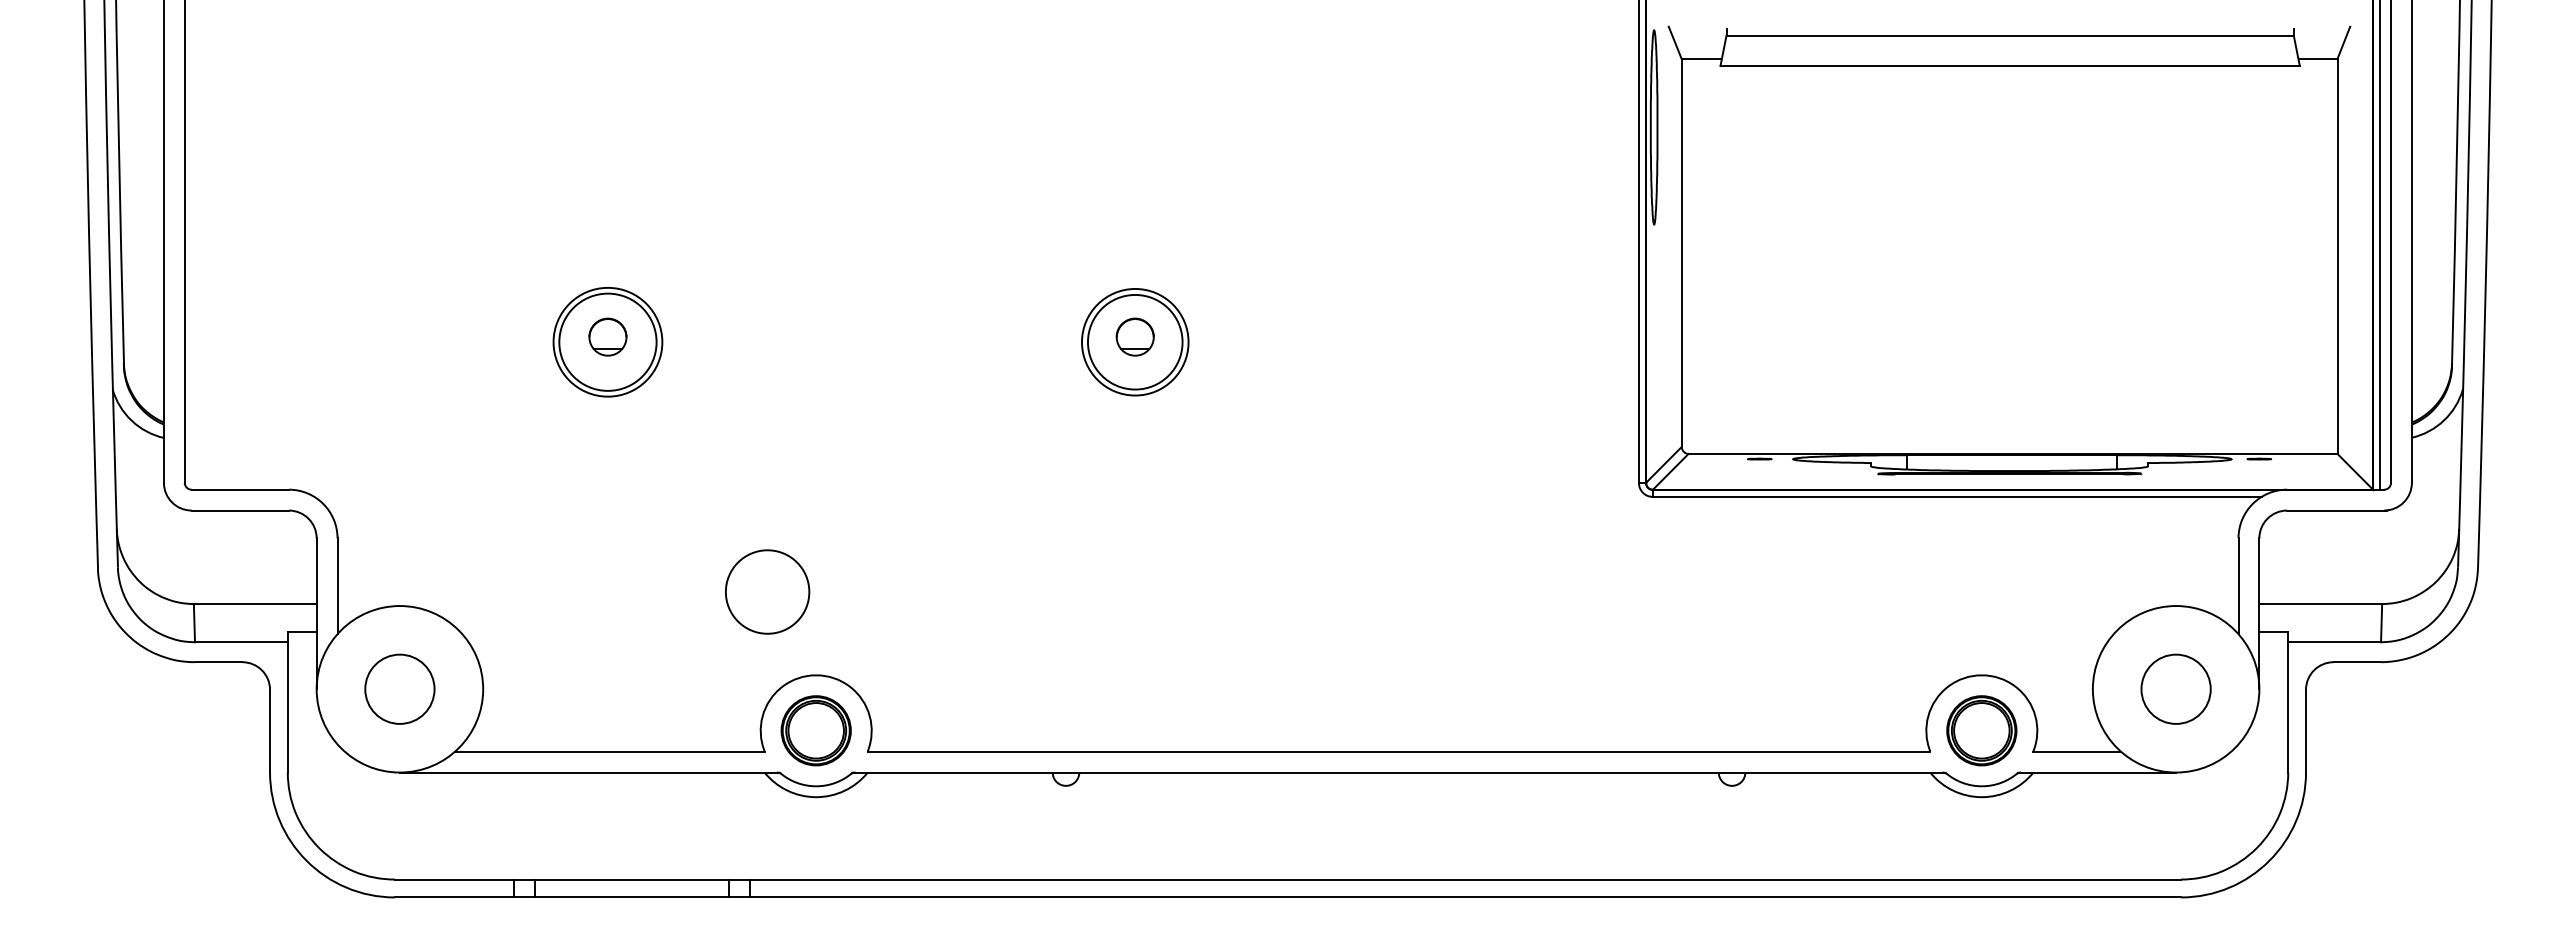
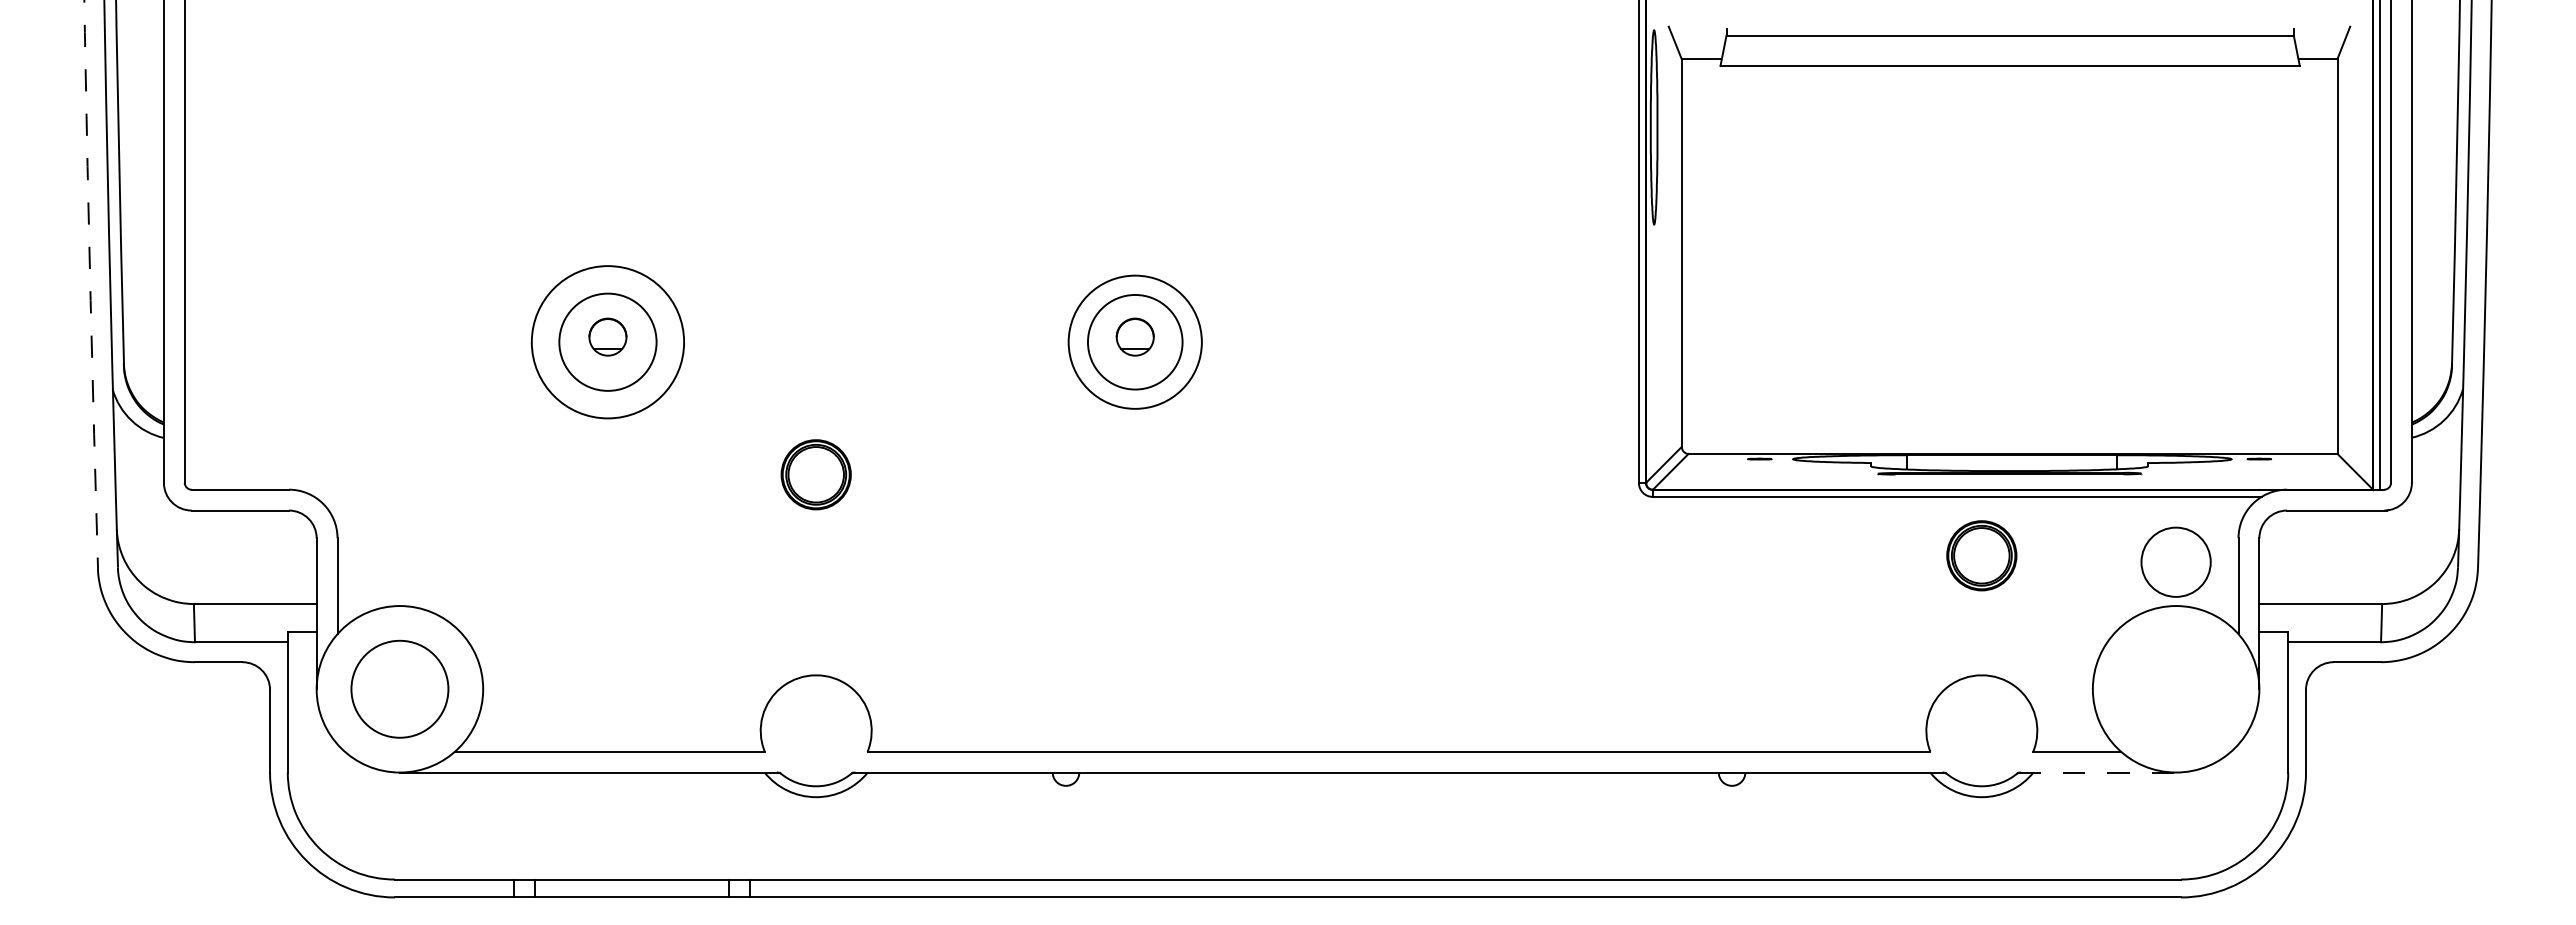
arc at (90, 284): solid -> dashed
circle at (607, 341) diameter: 109 px -> 152 px
circle at (1134, 341) diameter: 107 px -> 133 px
circle at (767, 591): present -> none
circle at (399, 688) diameter: 69 px -> 97 px
circle at (2175, 688) position: (2175, 688) -> (2175, 561)
part at (815, 730) position: (815, 730) -> (815, 474)
part at (1981, 730) position: (1981, 730) -> (1981, 555)
line at (2097, 772): solid -> dashed
